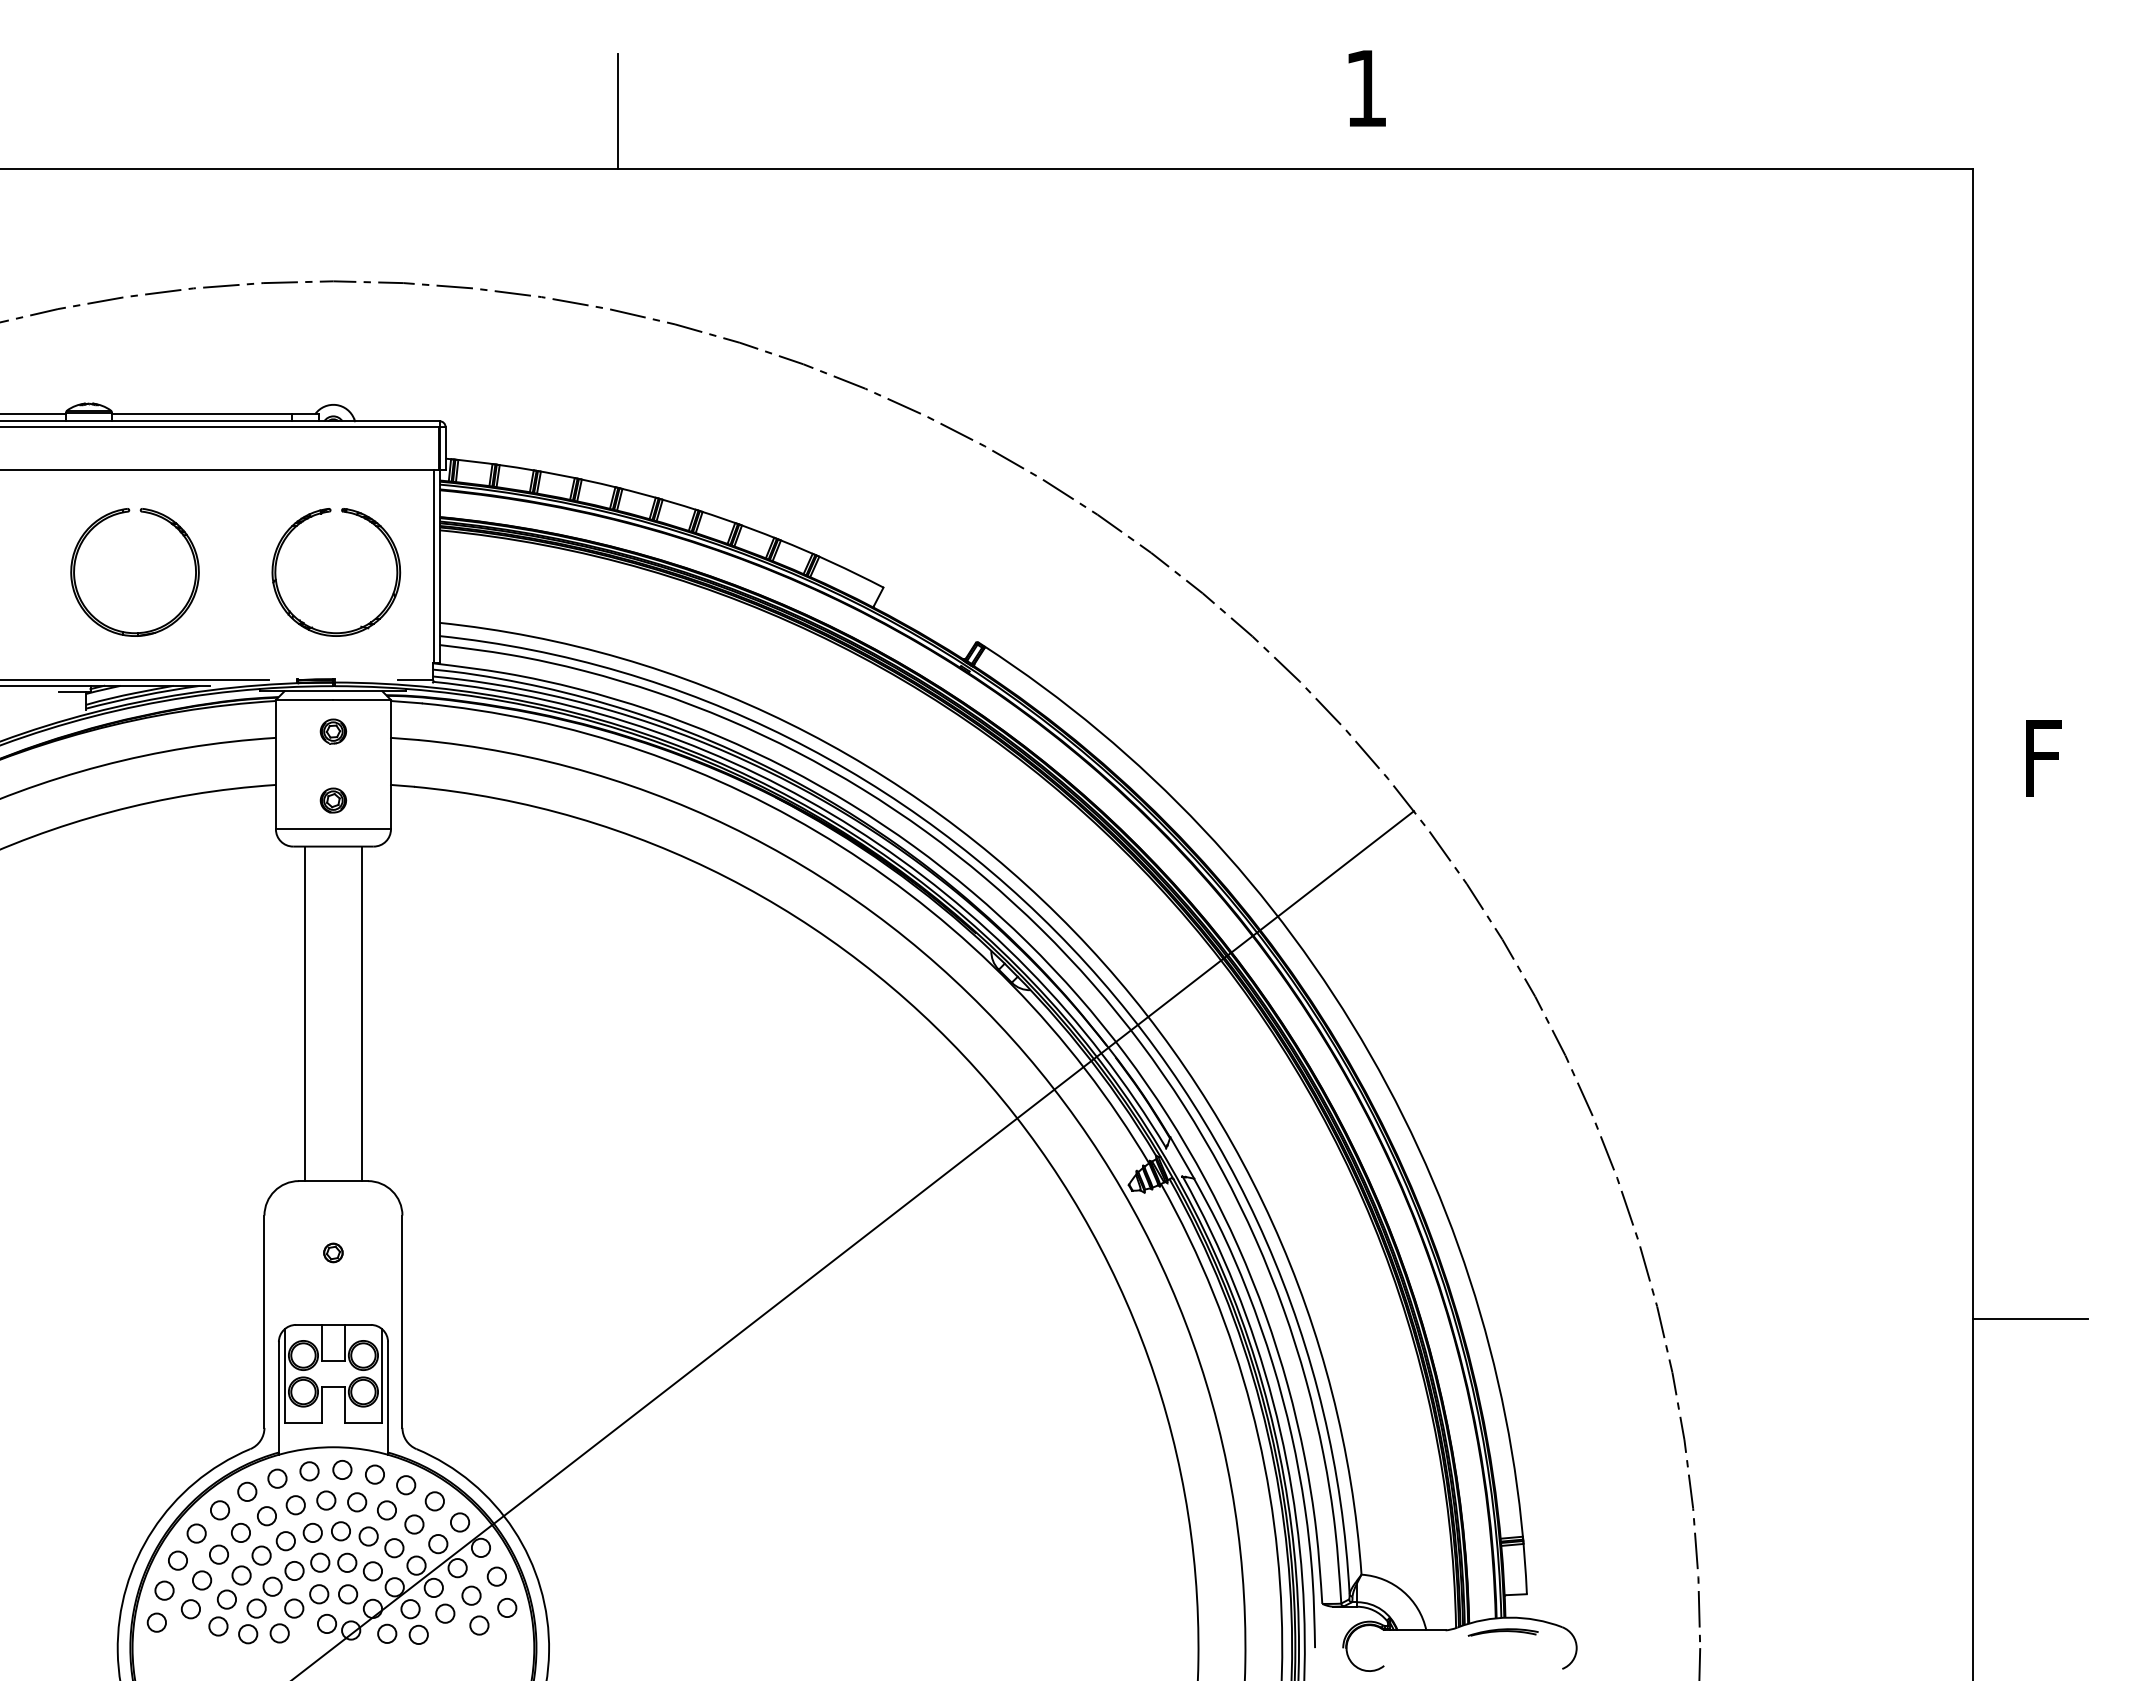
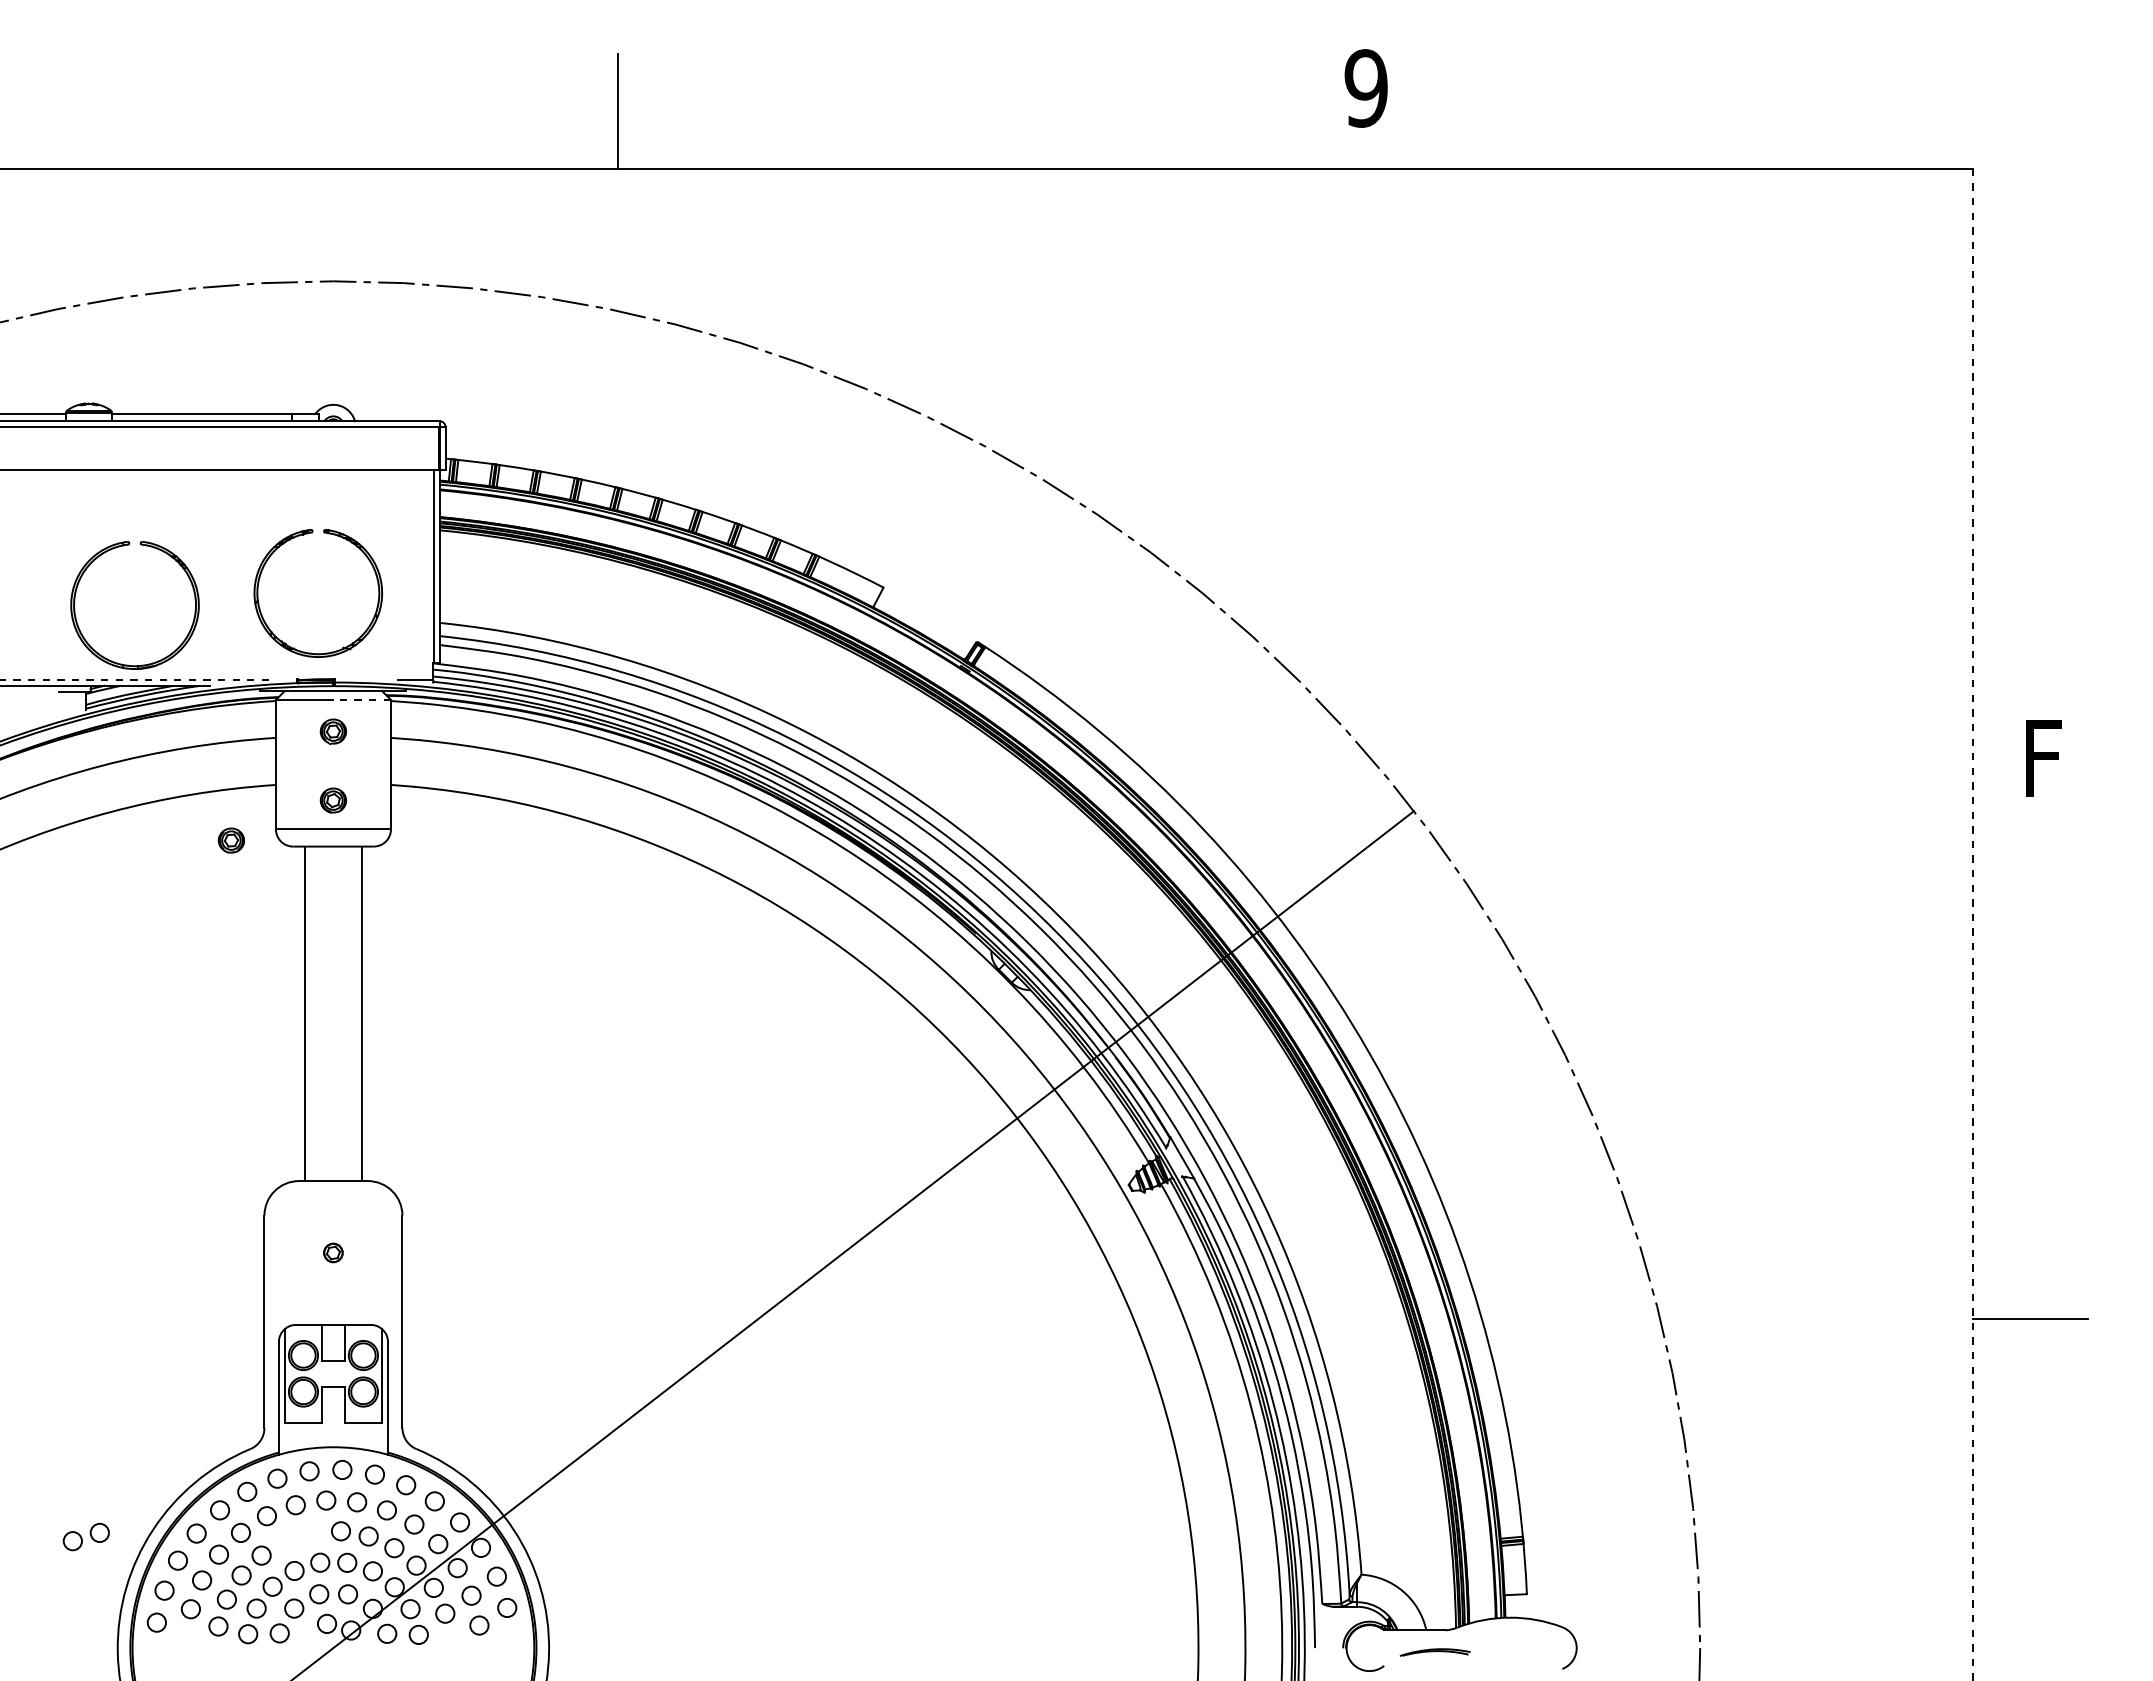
text at (1365, 88): 1 -> 9
part at (81, 598) position: (81, 598) -> (81, 631)
part at (360, 625) position: (360, 625) -> (342, 646)
line at (134, 680): solid -> dashed
line at (362, 699): solid -> dashed
part at (231, 840): none -> present
line at (1973, 924): solid -> dashed
part at (298, 1536) position: (298, 1536) -> (85, 1536)
part at (1502, 1632) position: (1502, 1632) -> (1434, 1652)
